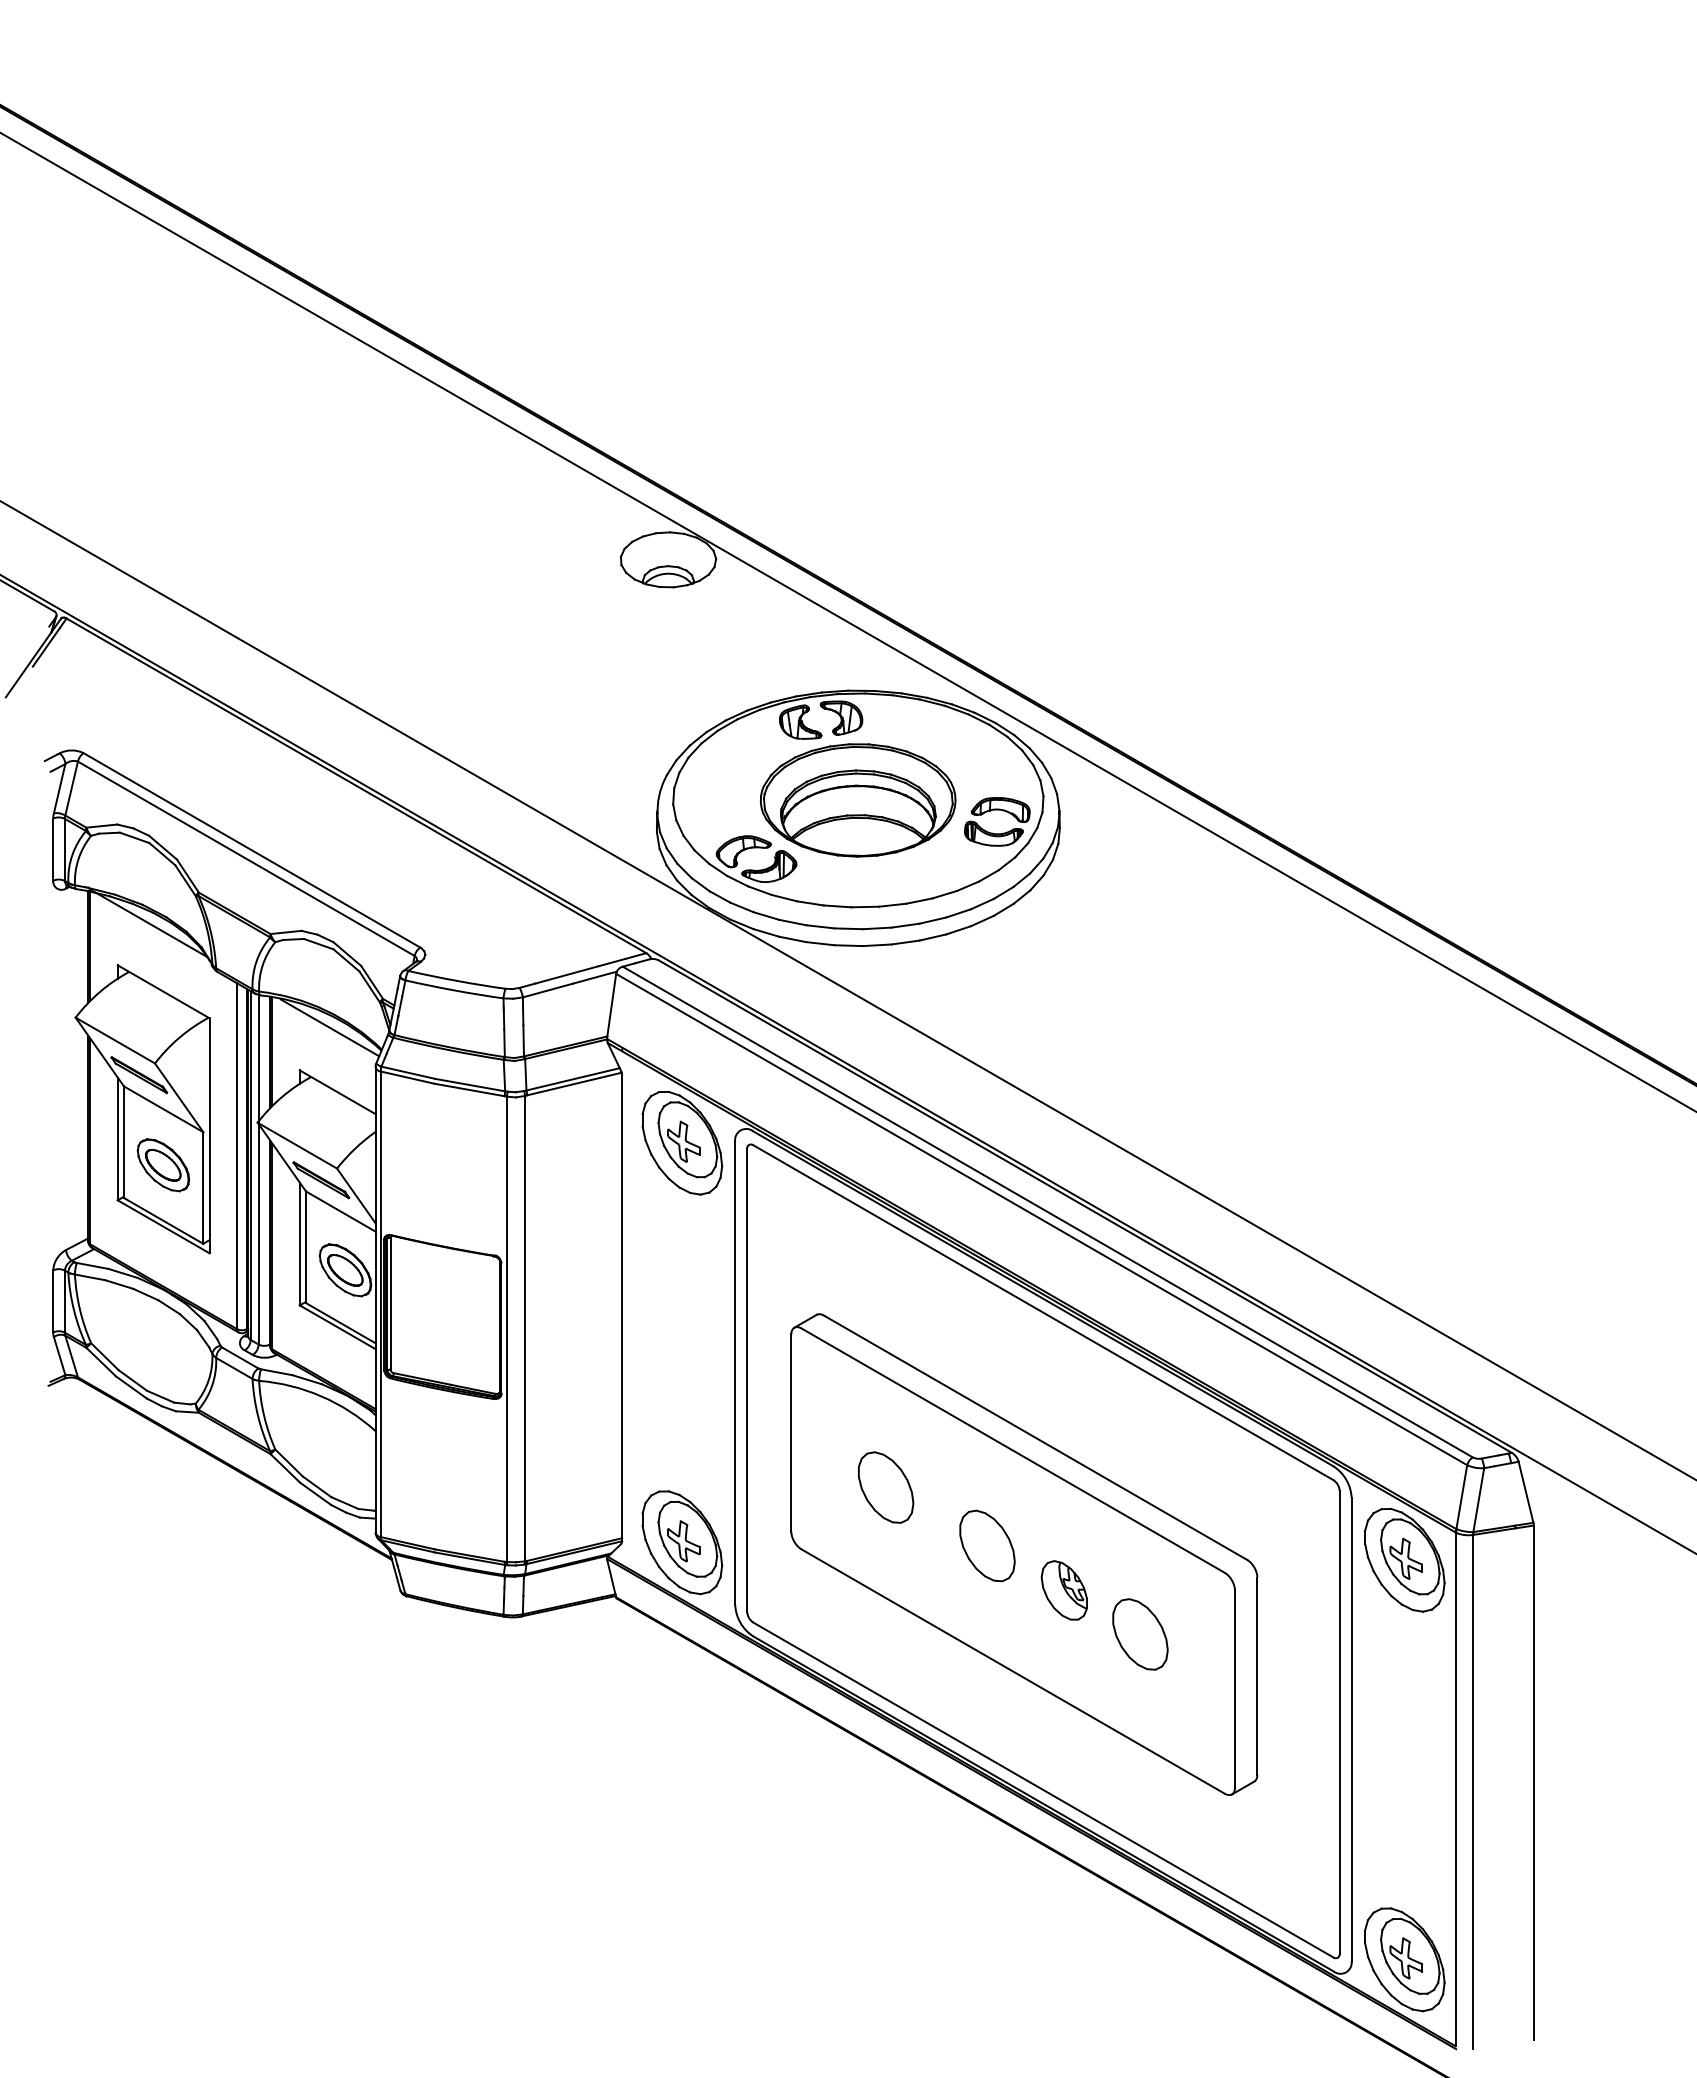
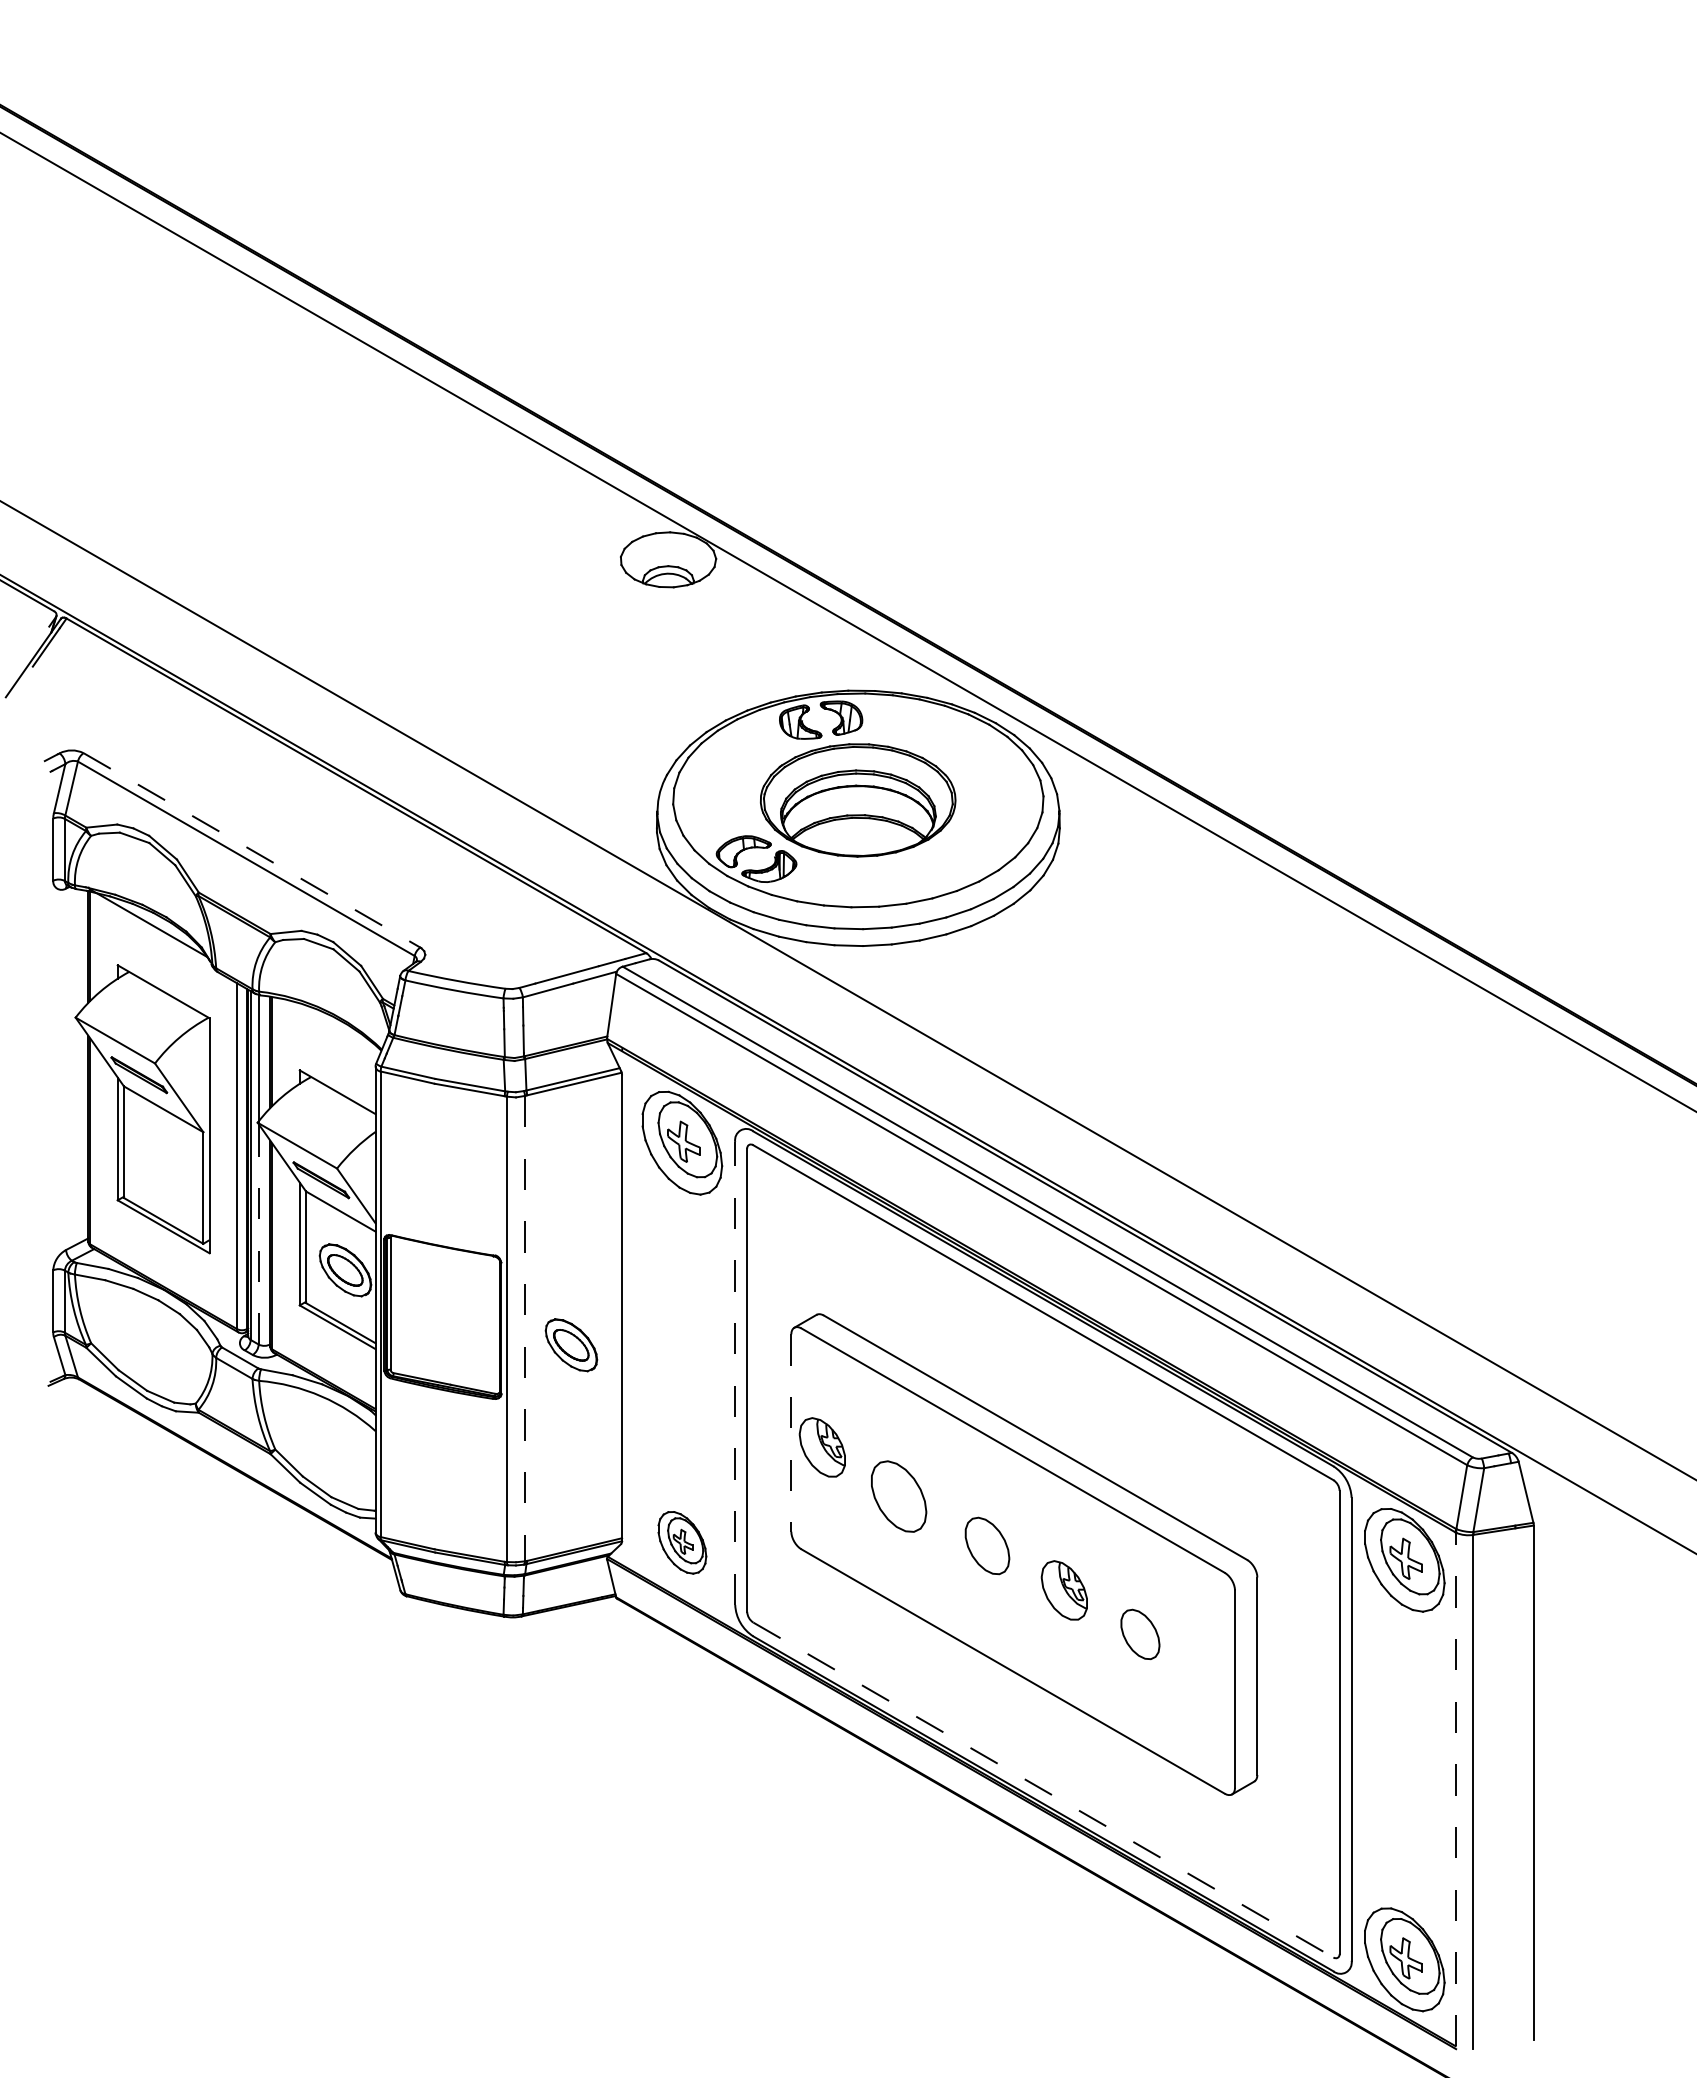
part at (997, 810): present -> none
line at (252, 850): solid -> dashed
line at (329, 1027): present -> none
part at (163, 1165) position: (163, 1165) -> (571, 1345)
line at (258, 1233): solid -> dashed
line at (525, 1328): solid -> dashed
line at (735, 1372): solid -> dashed
line at (791, 1433): solid -> dashed
part at (821, 1447): none -> present
part at (886, 1487) position: (886, 1487) -> (899, 1496)
part at (682, 1542) size: 83x106 px -> 51x64 px
part at (987, 1545) size: 57x74 px -> 47x60 px
part at (1140, 1634) size: 57x73 px -> 41x53 px
line at (1455, 1789): solid -> dashed
line at (1043, 1790): solid -> dashed
